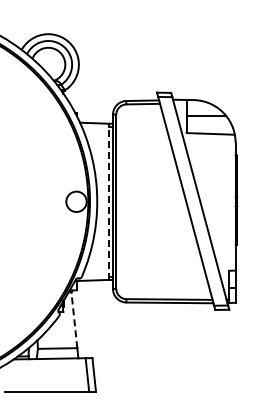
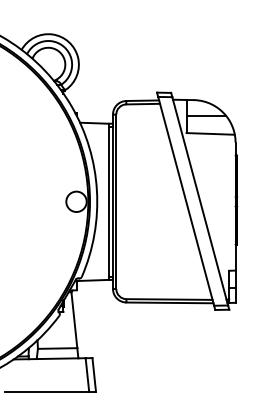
line at (108, 201): dashed -> solid
line at (74, 319): dashed -> solid
